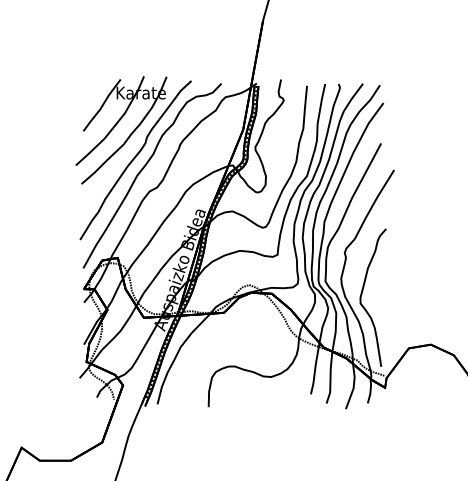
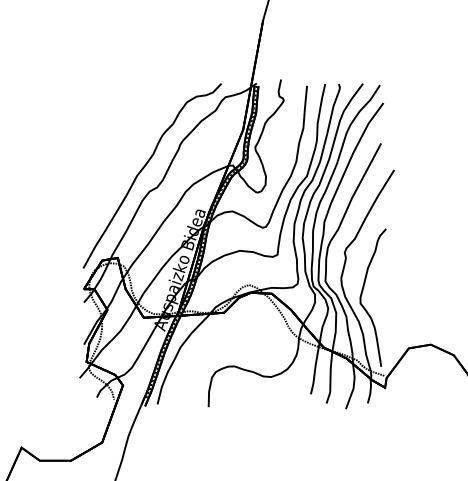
part at (133, 158): present -> none
